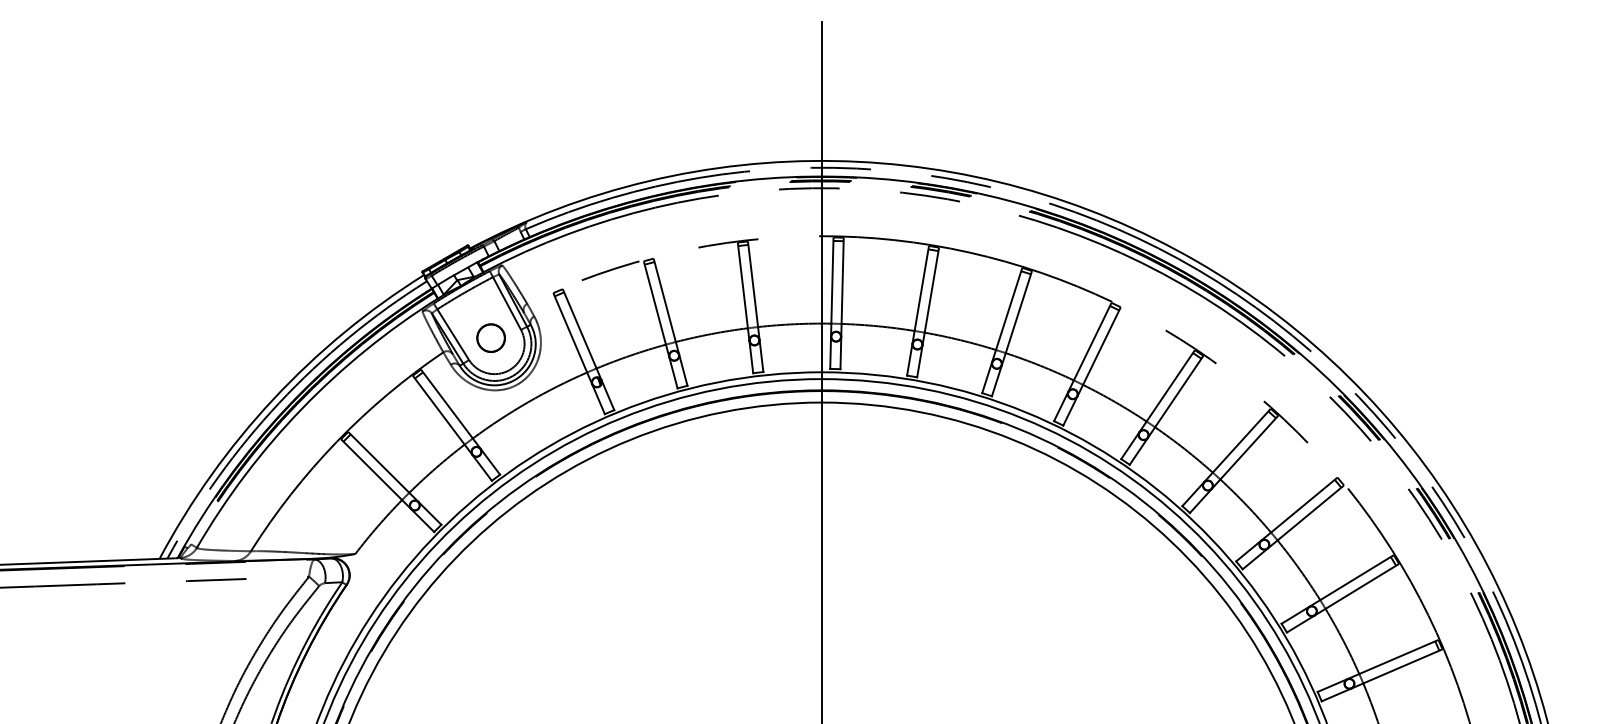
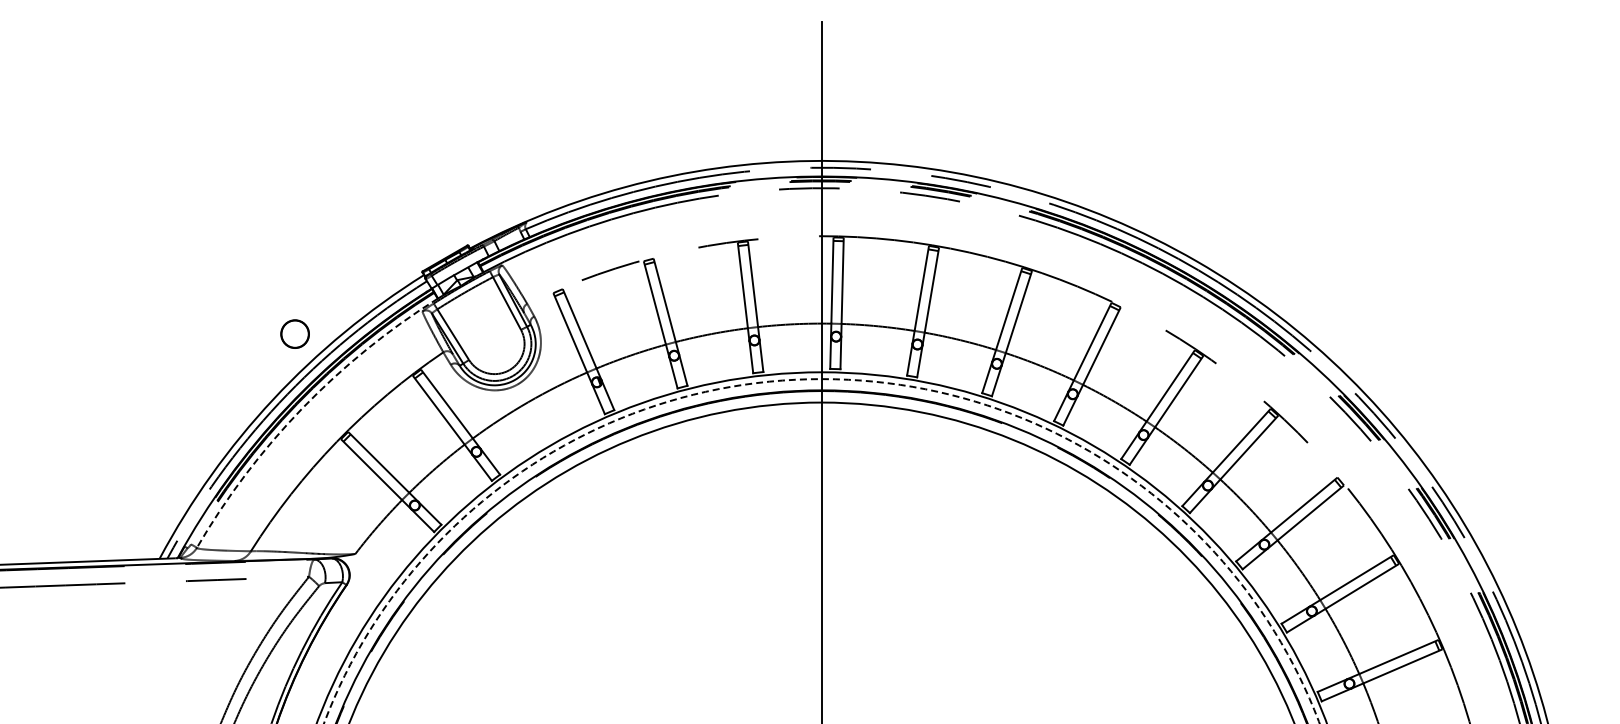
circle at (490, 337) position: (490, 337) -> (294, 333)
arc at (821, 379): solid -> dashed
arc at (302, 408): solid -> dashed
